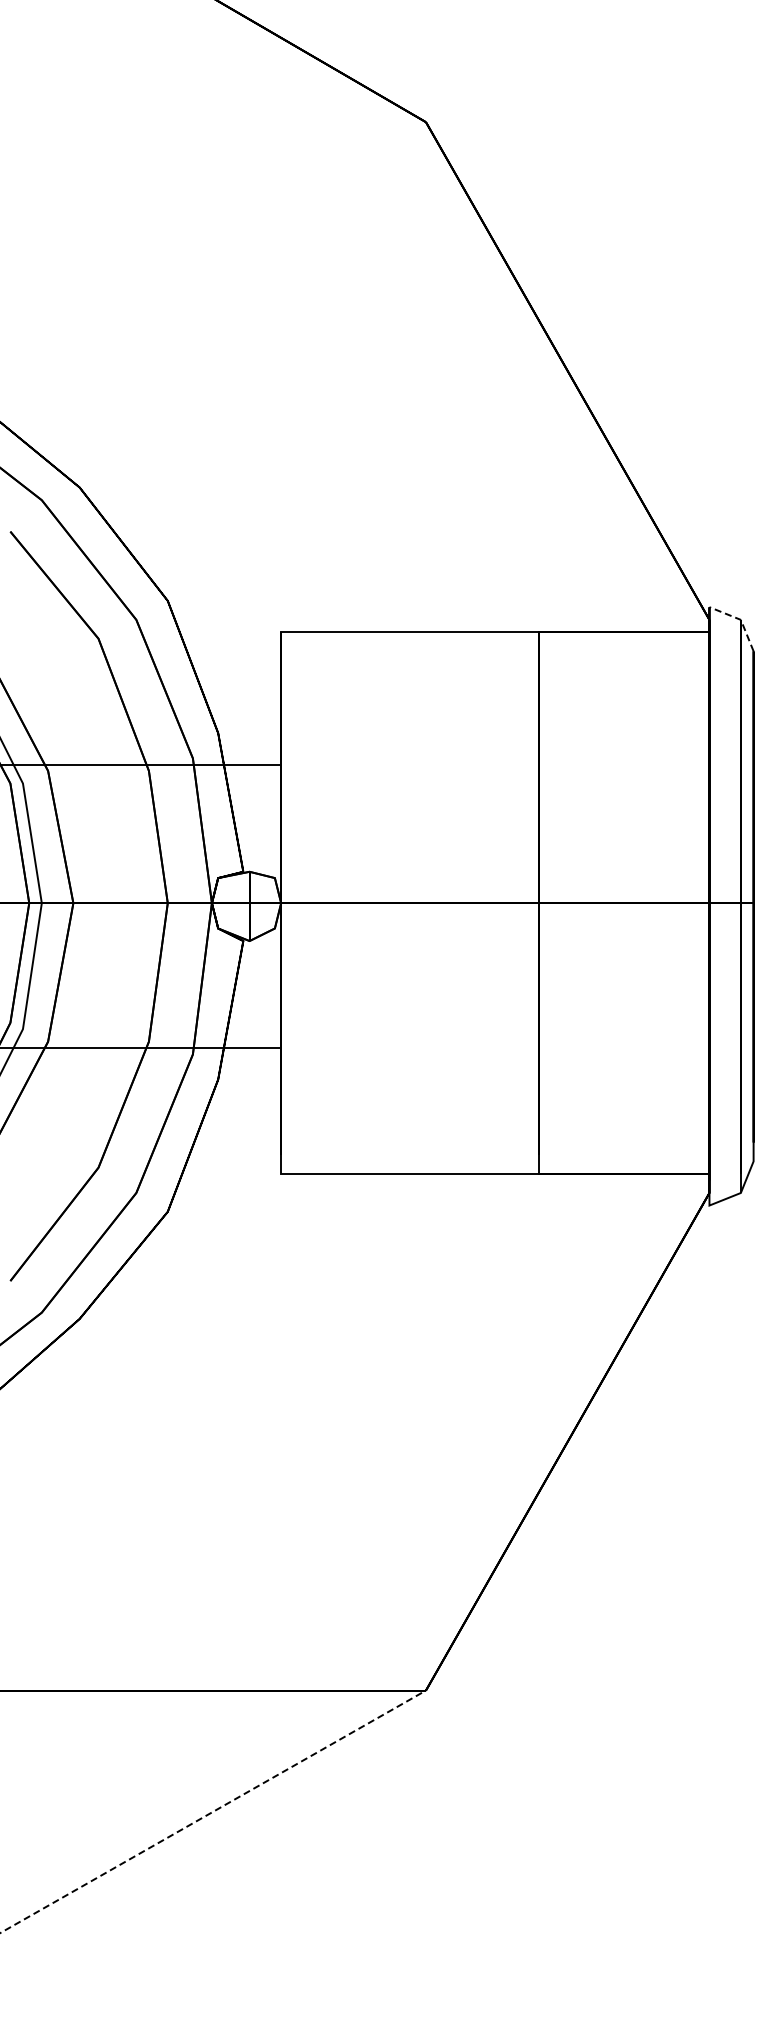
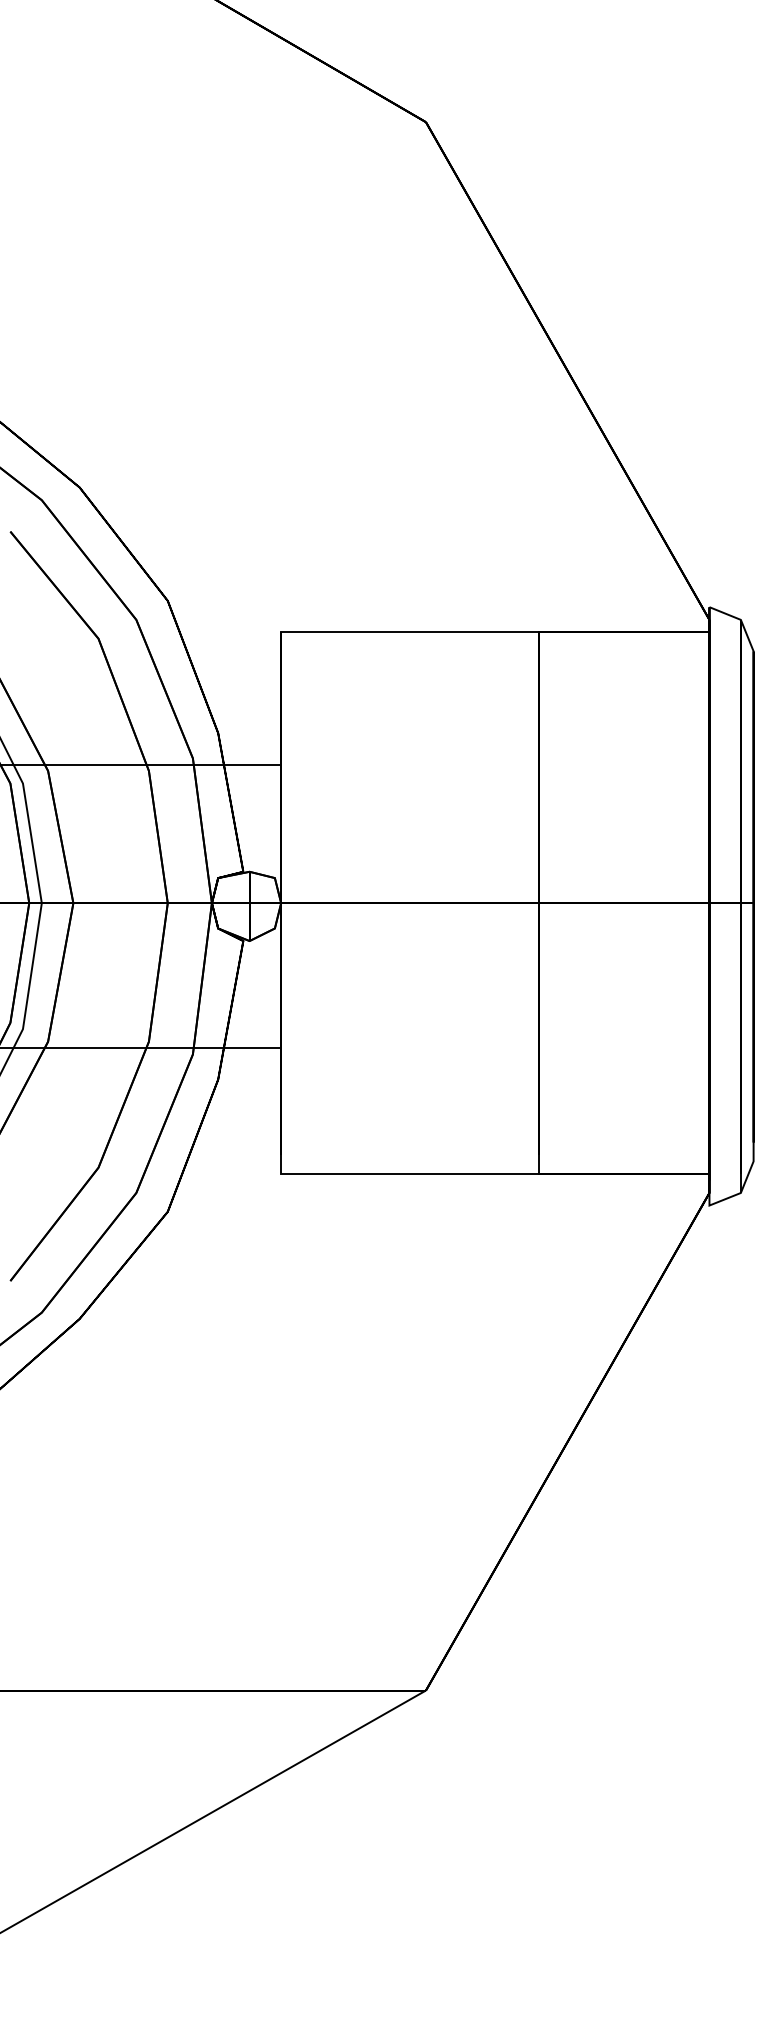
line at (740, 619): dashed -> solid
line at (213, 1811): dashed -> solid
